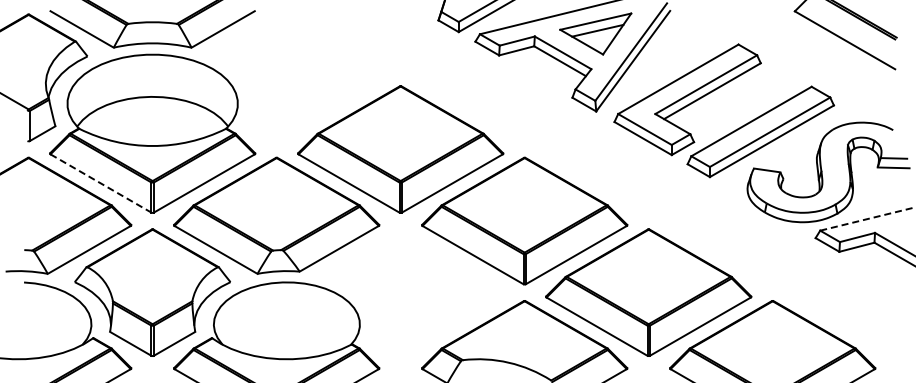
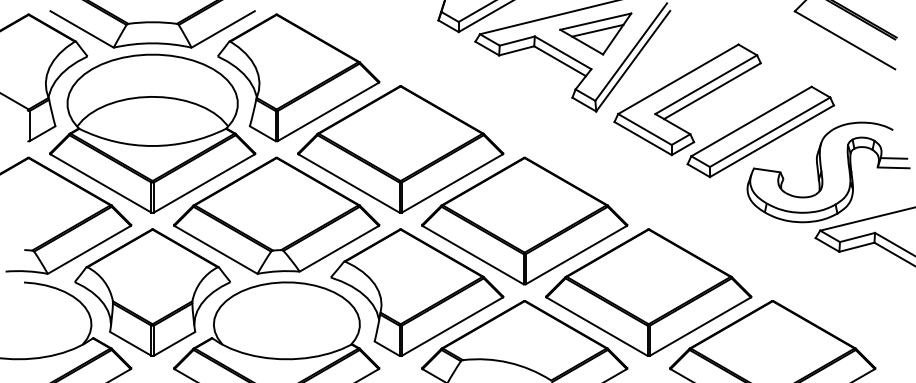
part at (298, 77): none -> present
line at (101, 183): dashed -> solid
line at (867, 219): dashed -> solid
part at (417, 292): none -> present
